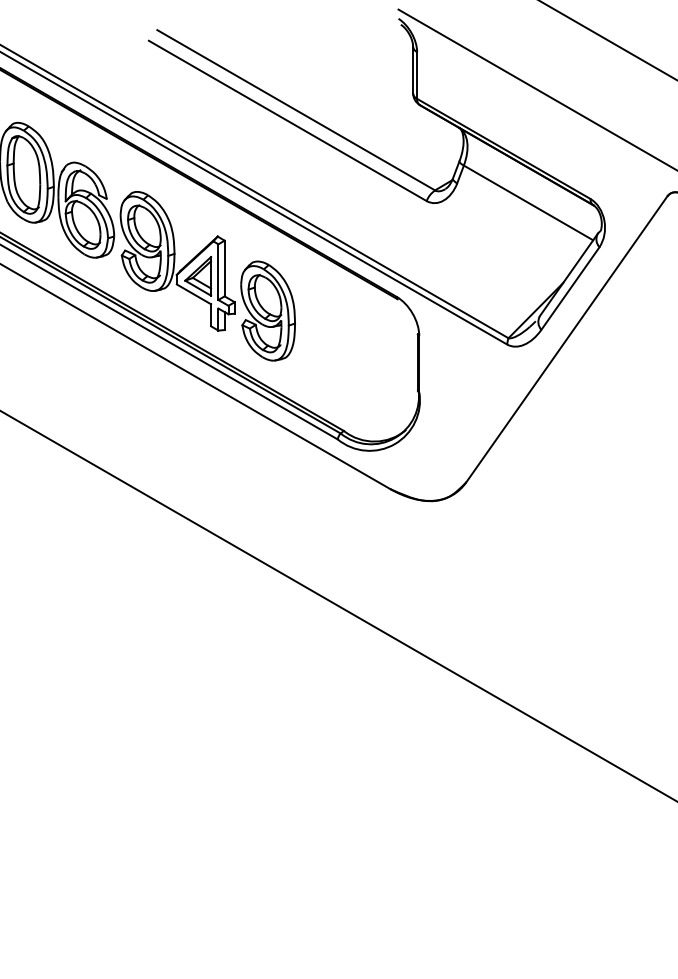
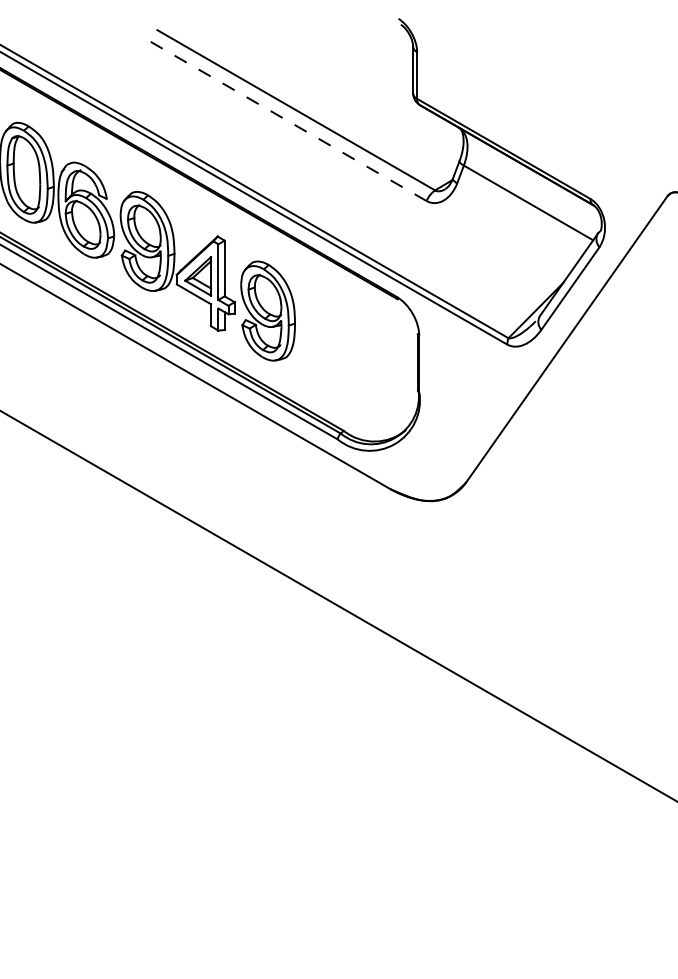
line at (608, 40): present -> none
line at (536, 89): present -> none
line at (287, 120): solid -> dashed
